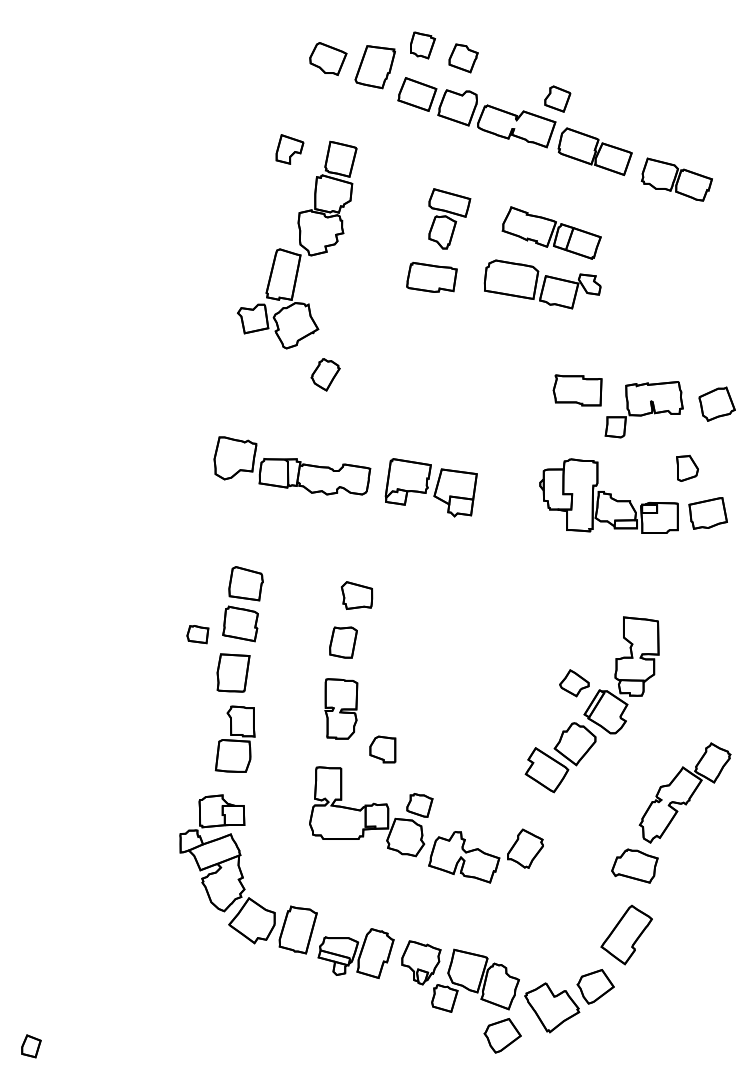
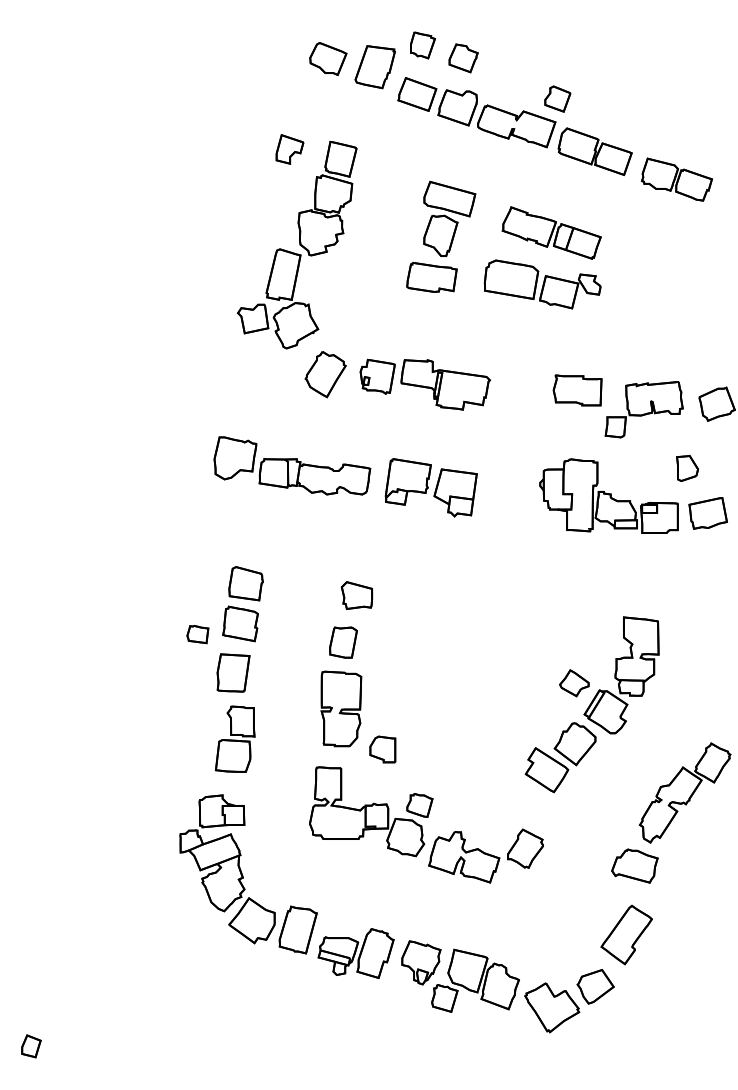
part at (449, 218) size: 44x62 px -> 54x77 px
part at (325, 374) size: 31x34 px -> 43x48 px
part at (424, 384): none -> present
part at (341, 708) size: 35x62 px -> 43x78 px
part at (502, 1035): present -> none
